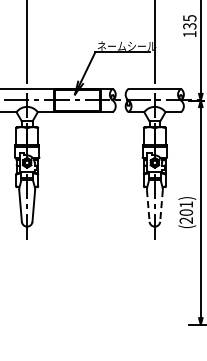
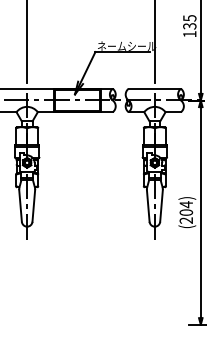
text at (185, 204): (201) -> (204)
line at (148, 205): dashed -> solid
line at (161, 205): dashed -> solid
